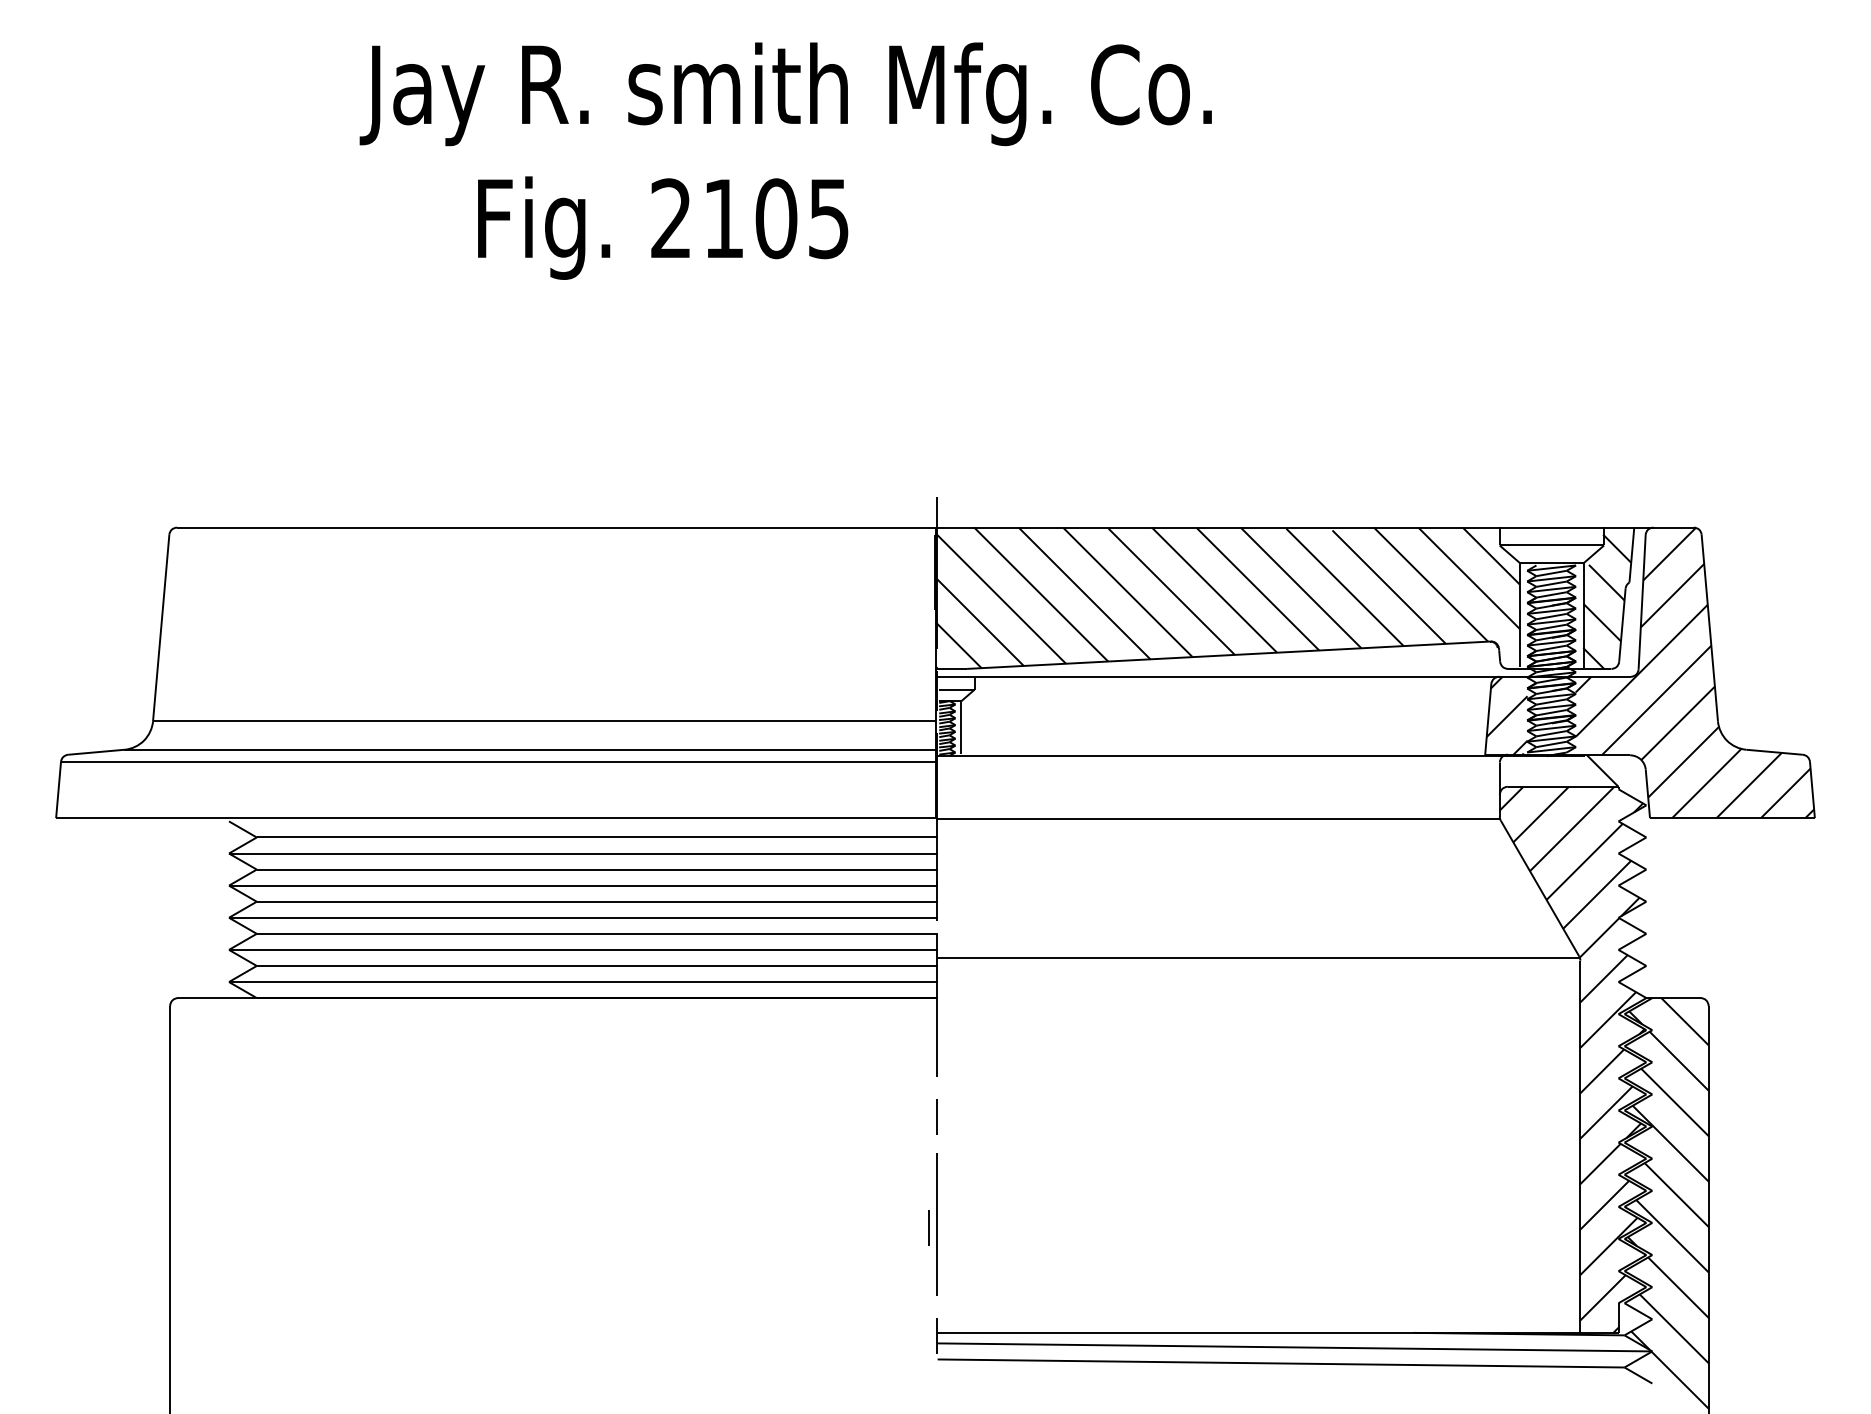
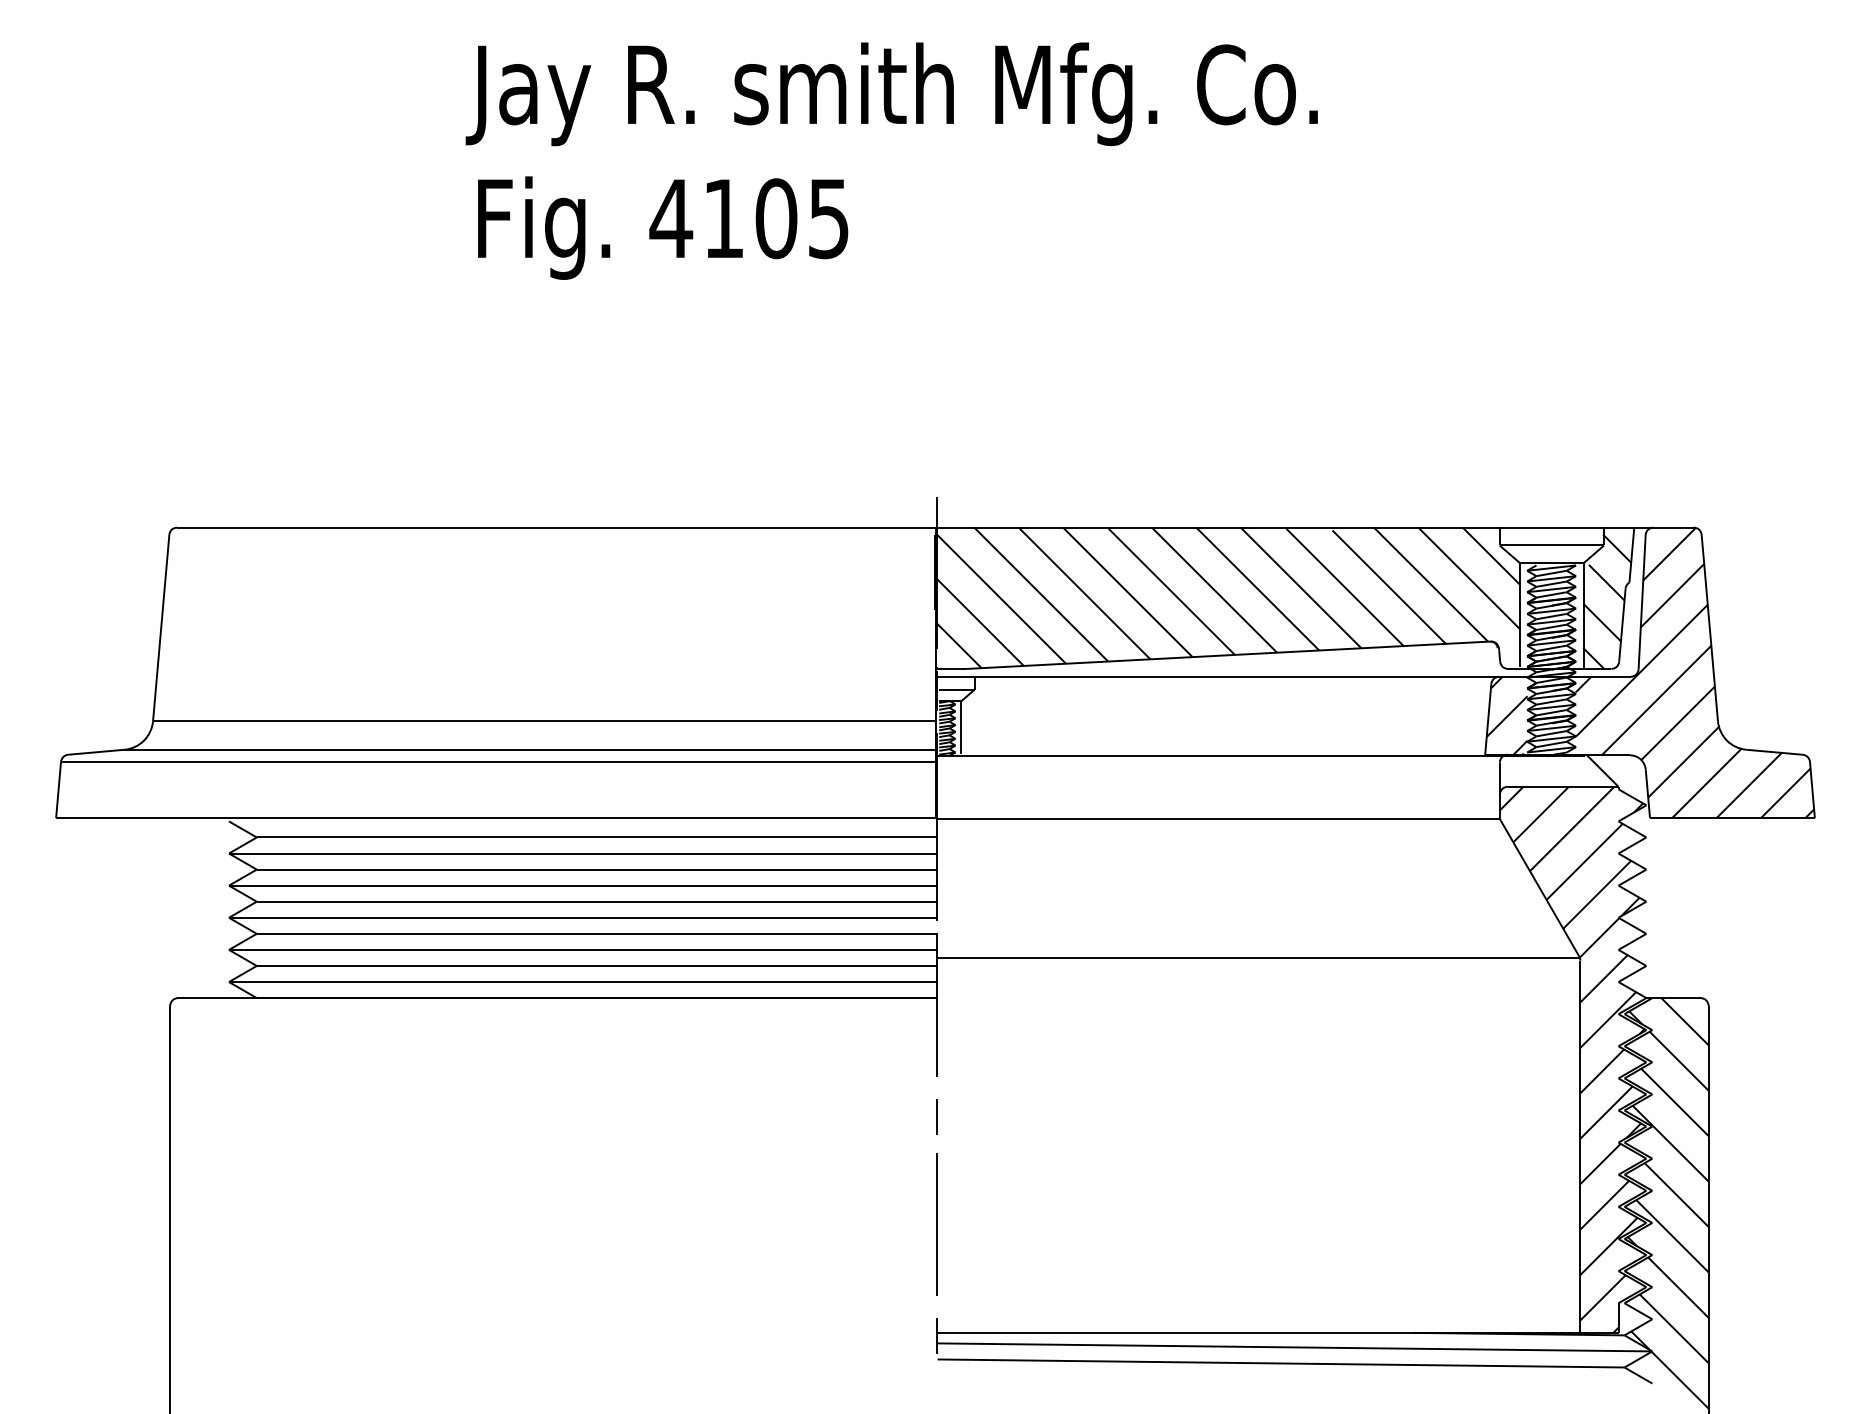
text at (785, 94) position: (785, 94) -> (891, 94)
text at (671, 217): 2105 -> 4105
line at (928, 1227): present -> none
